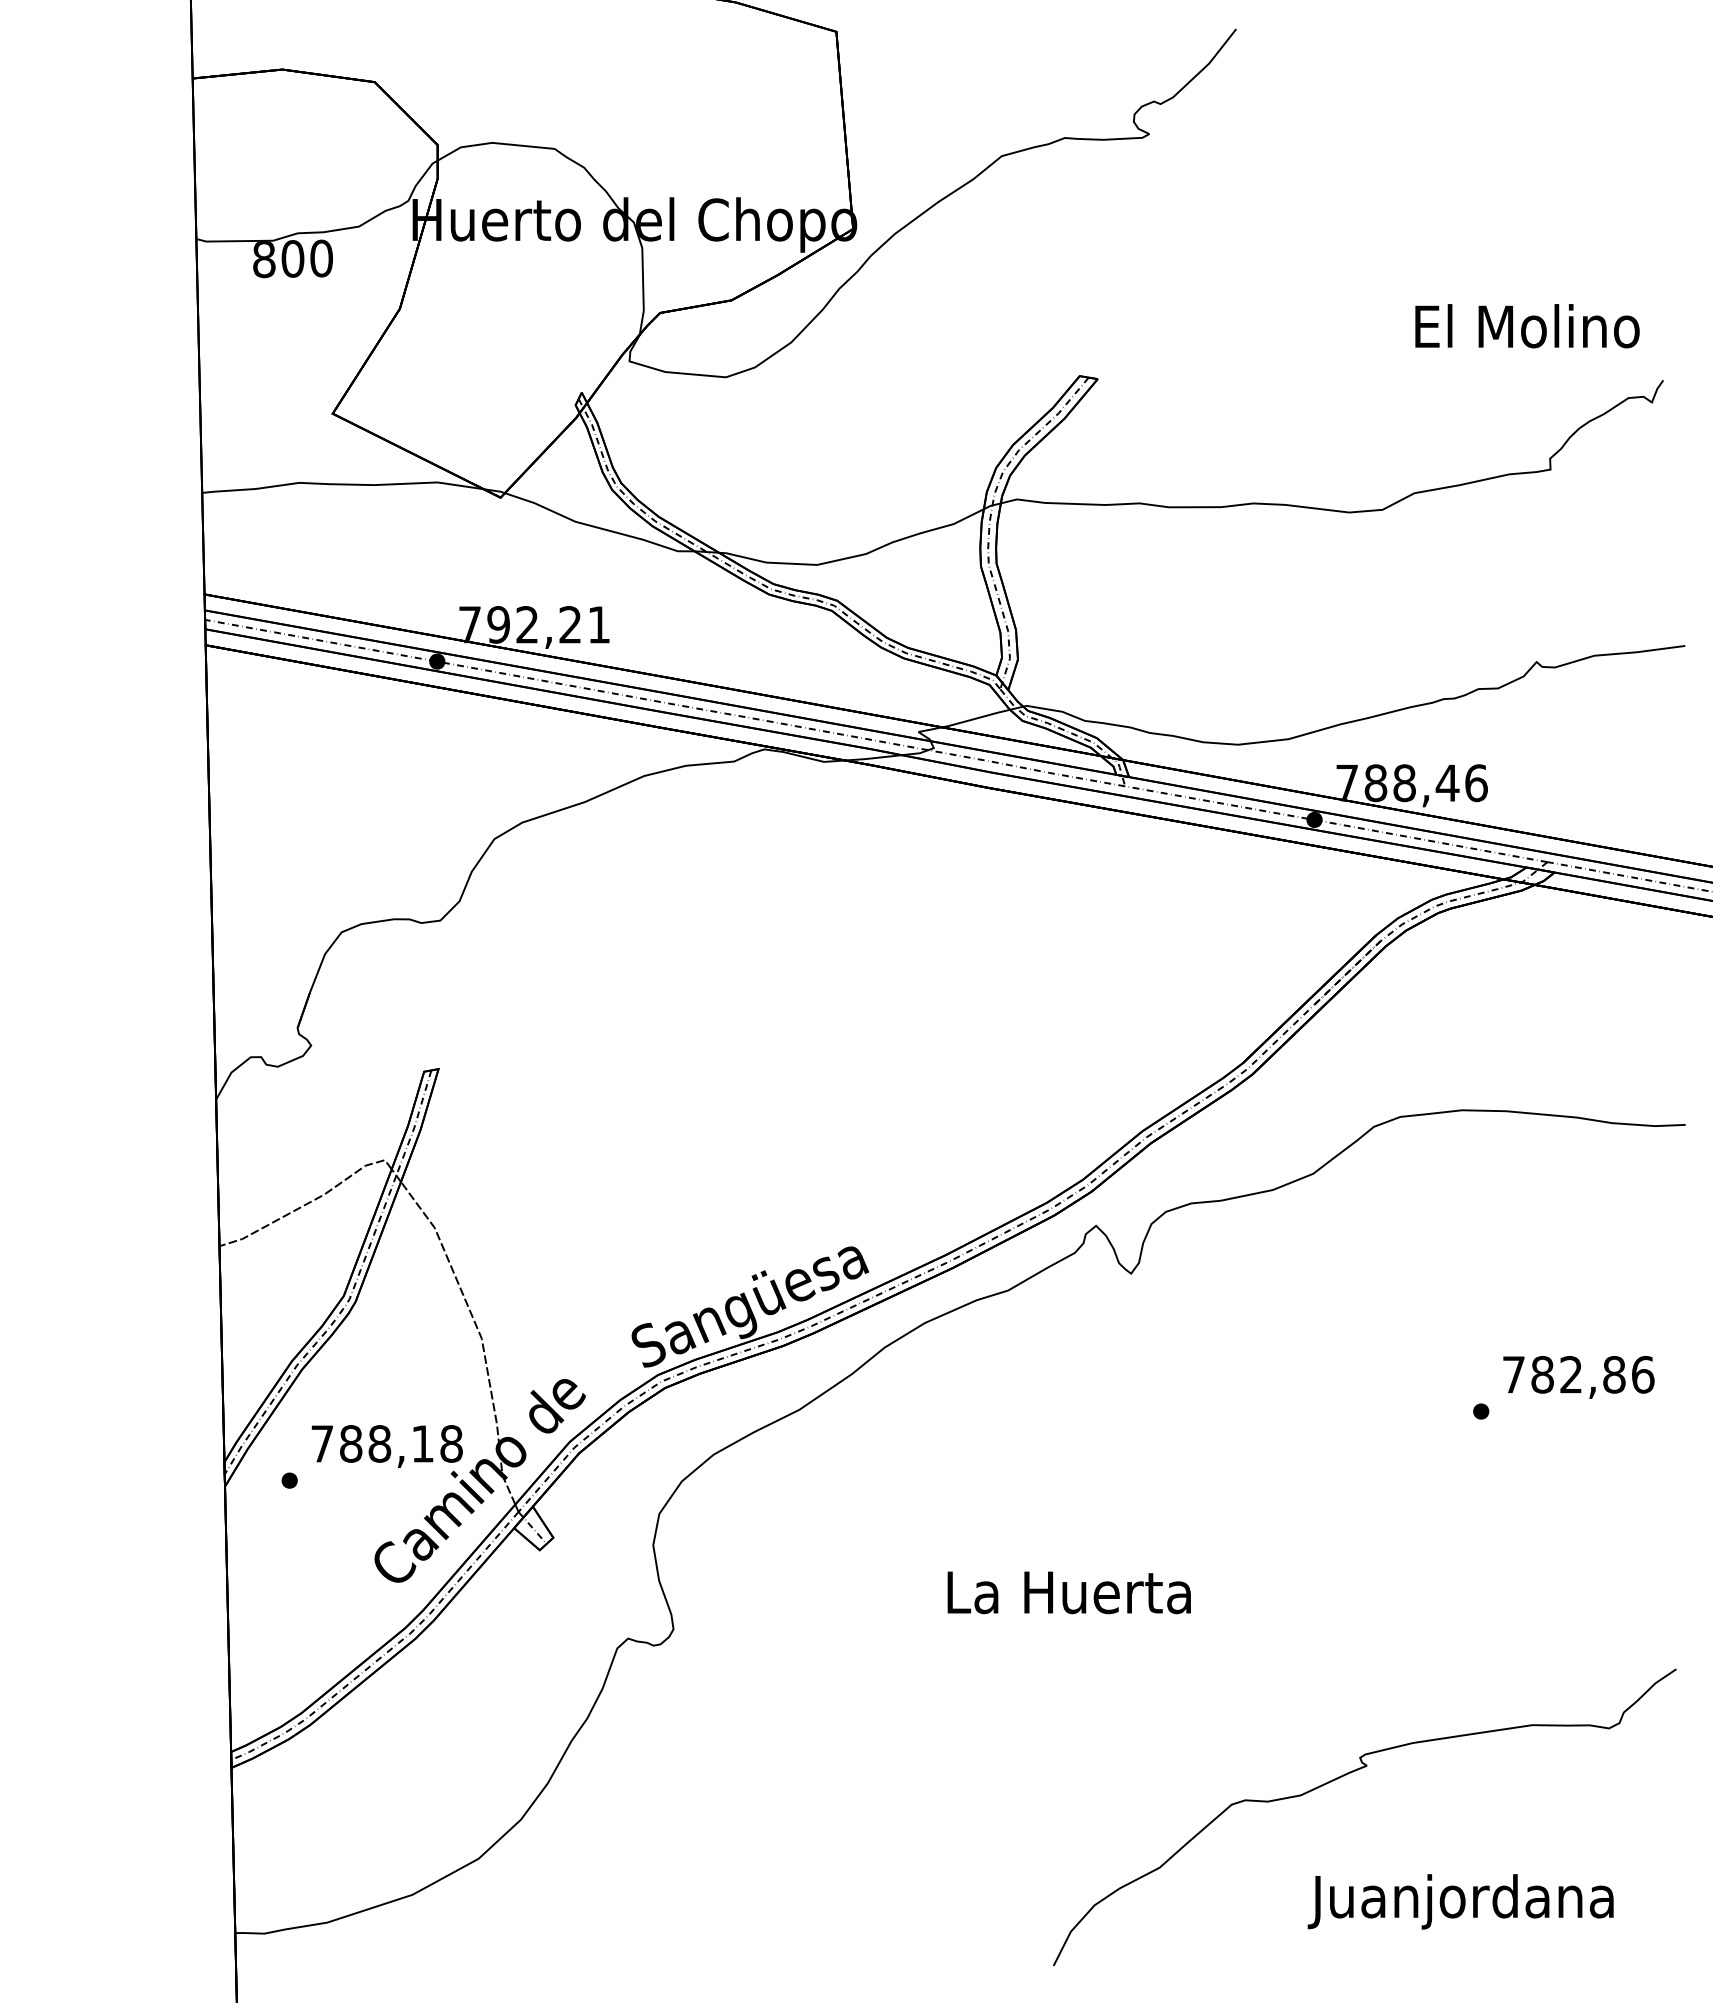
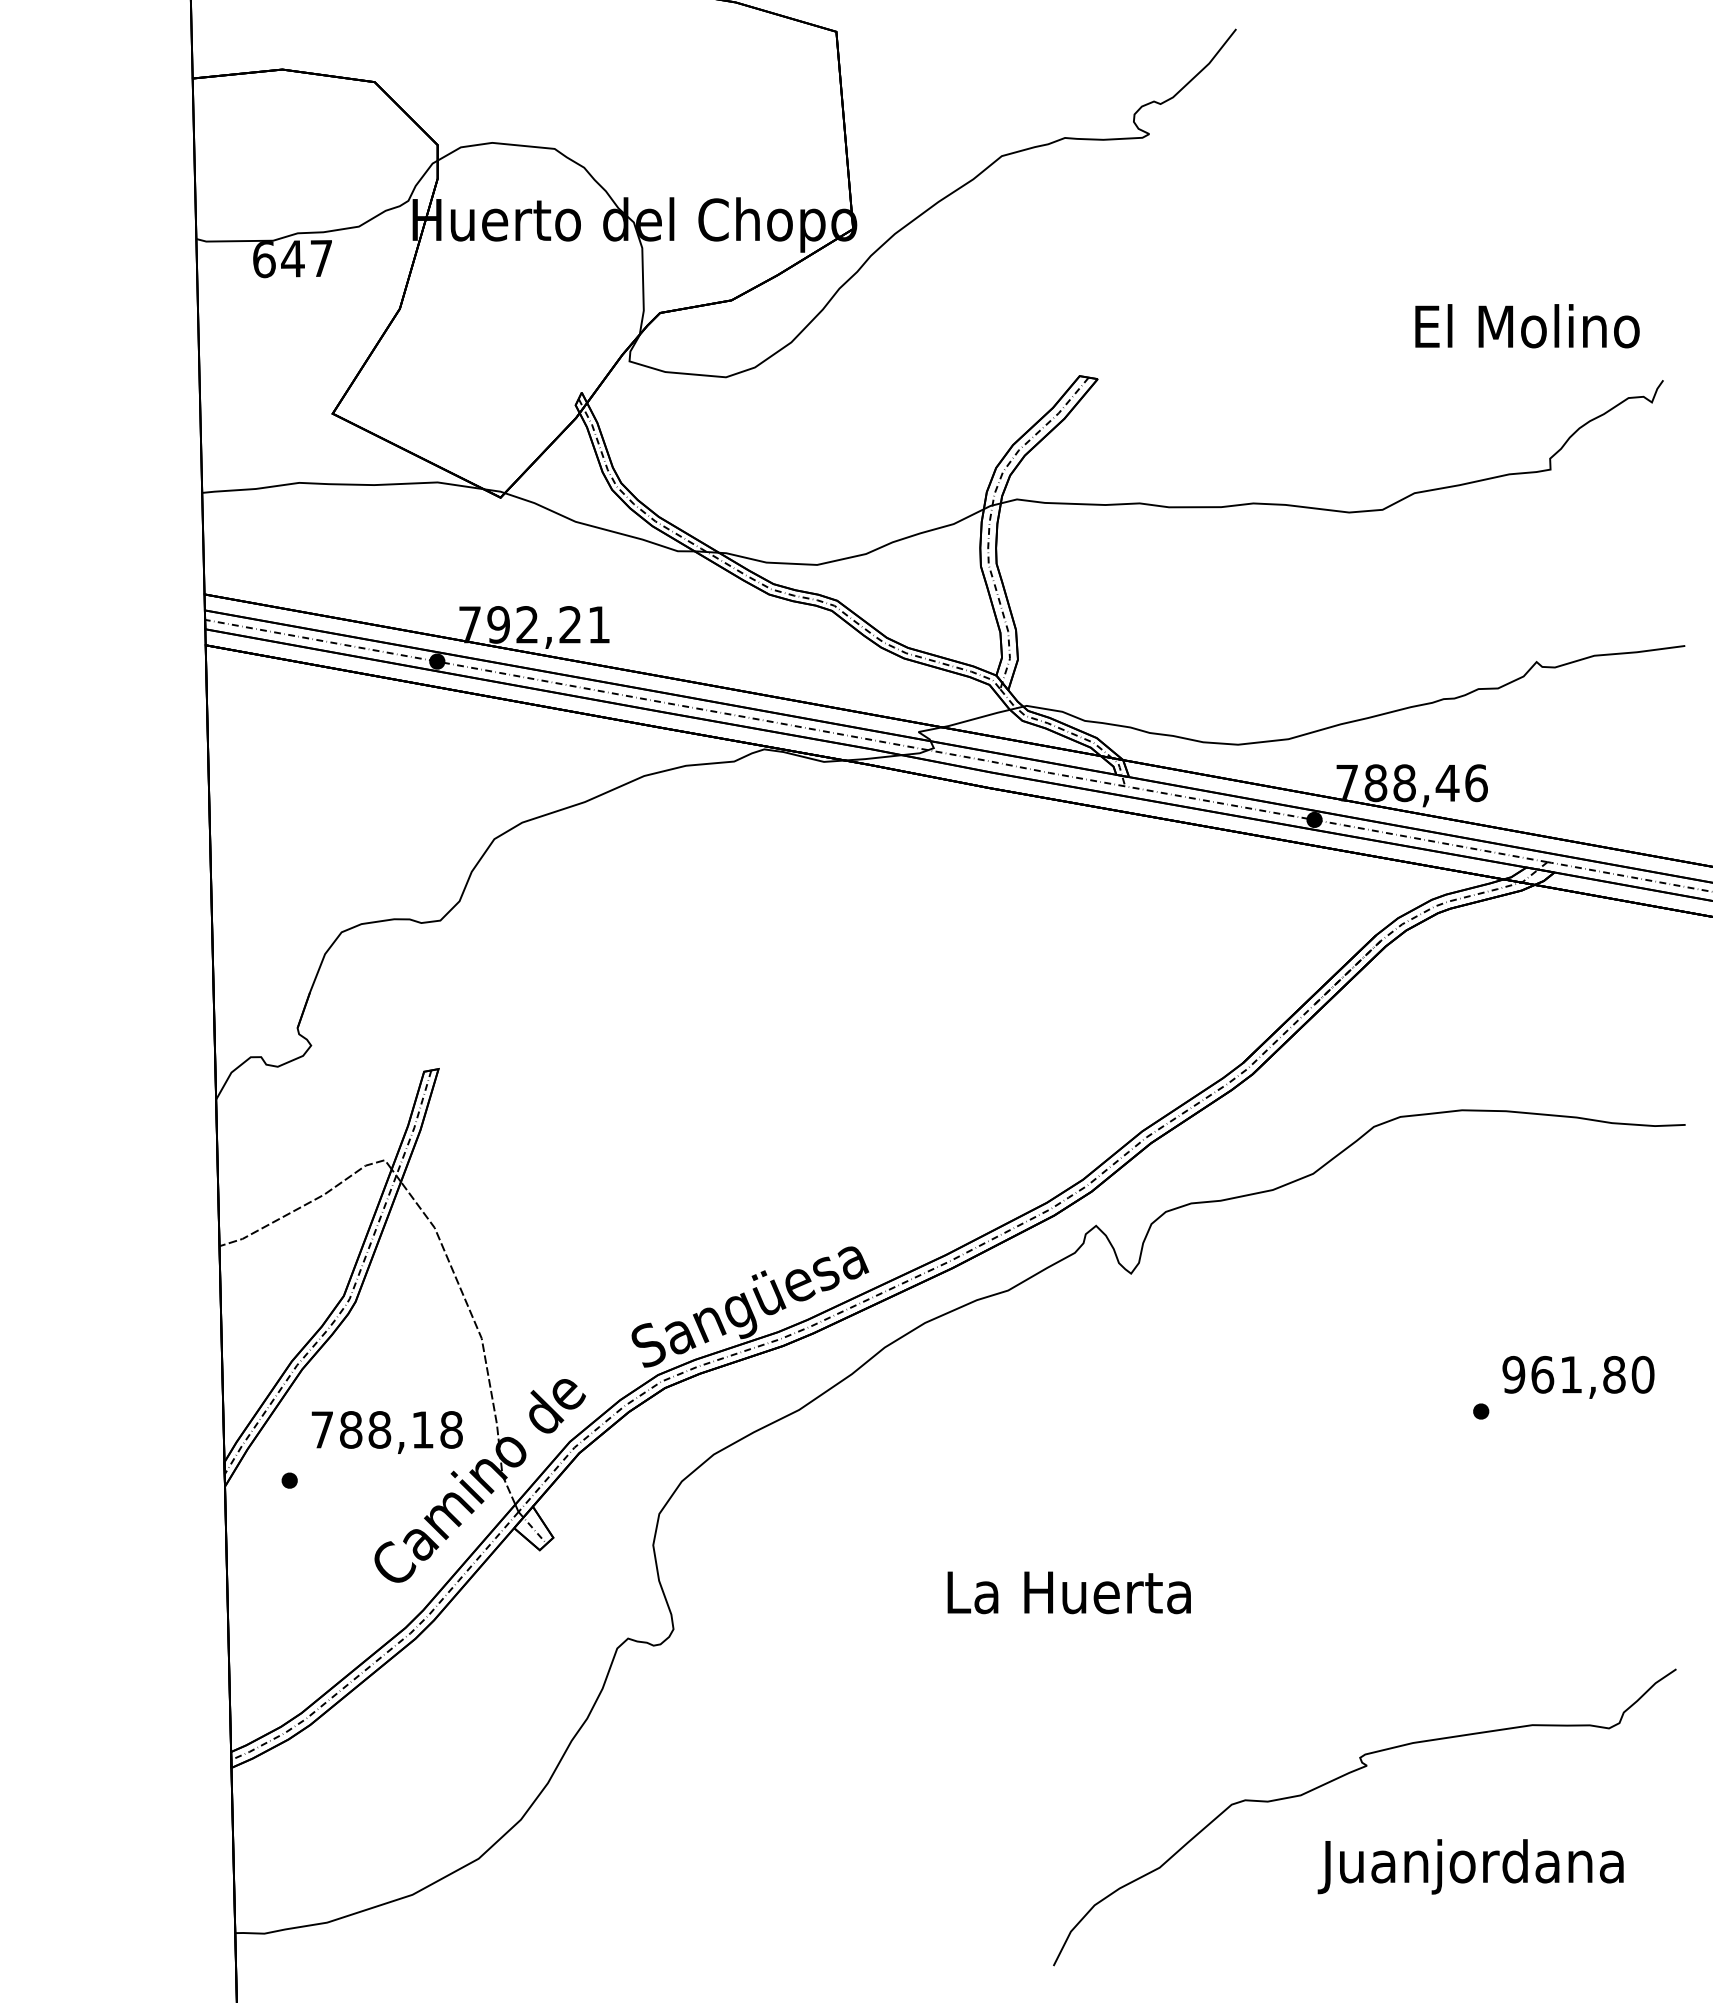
text at (293, 258): 800 -> 647
text at (1578, 1374): 782,86 -> 961,80
text at (386, 1446) position: (386, 1446) -> (386, 1432)
text at (1460, 1901) position: (1460, 1901) -> (1470, 1866)
